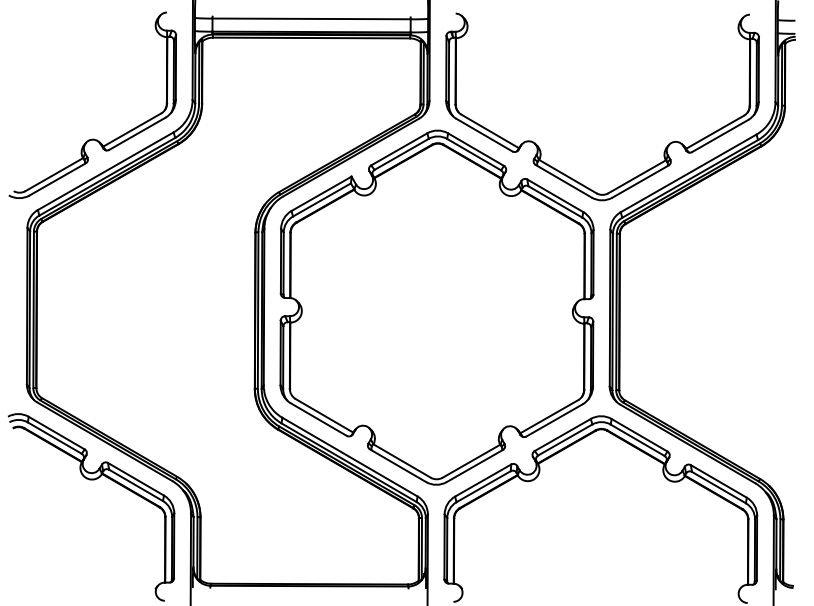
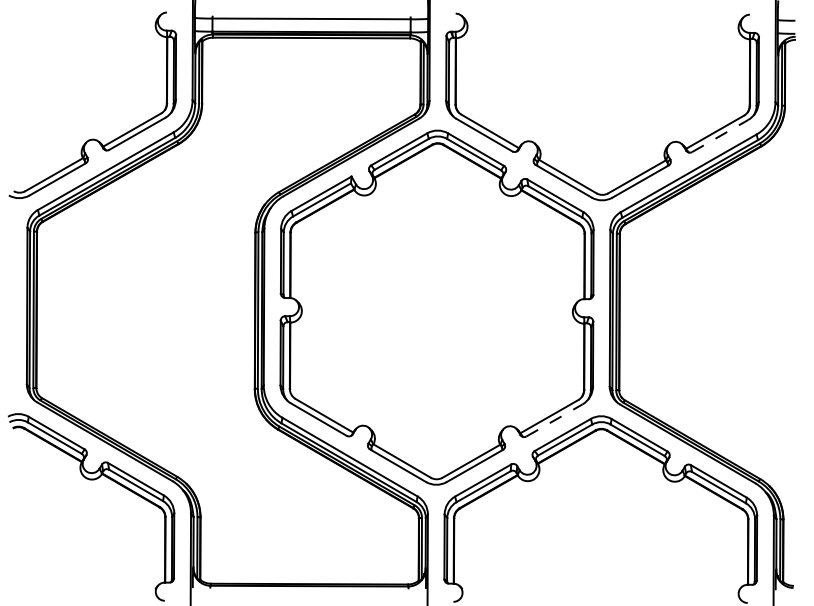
line at (720, 135): solid -> dashed
line at (554, 420): solid -> dashed
